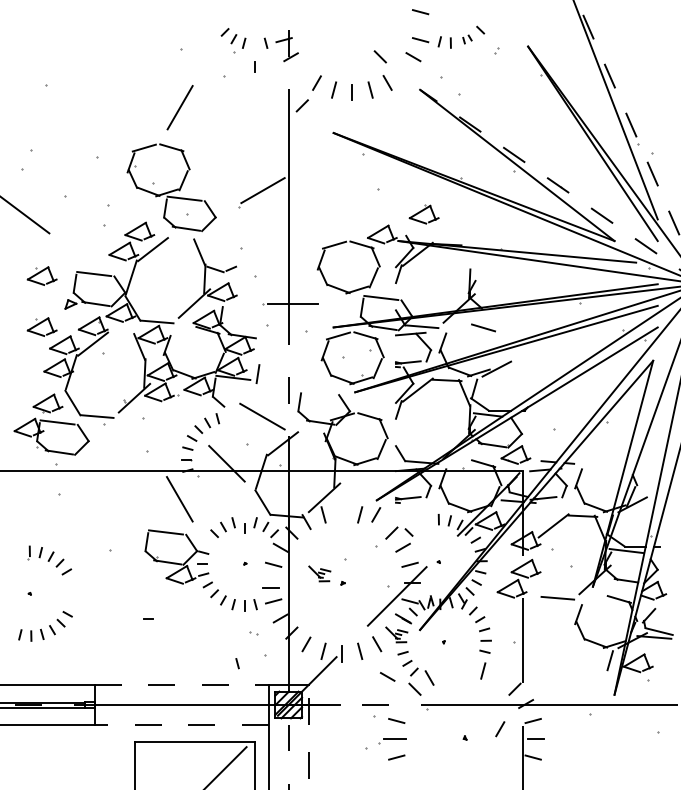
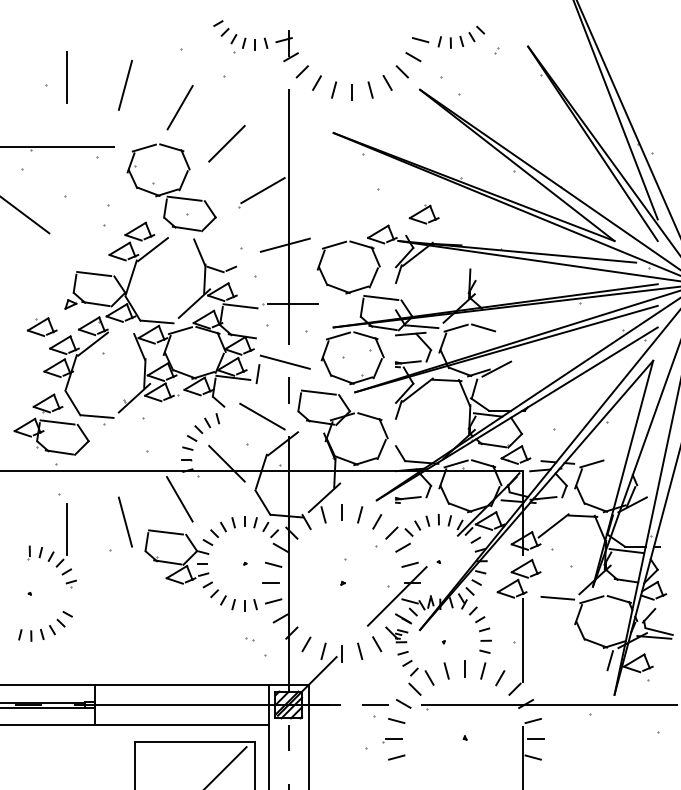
line at (420, 12): present -> none
line at (218, 23): none -> present
part at (467, 39) size: 11x11 px -> 17x15 px
line at (379, 56) position: (379, 56) -> (401, 71)
line at (254, 66) position: (254, 66) -> (254, 44)
line at (66, 77): none -> present
line at (125, 84): none -> present
line at (301, 105) position: (301, 105) -> (301, 71)
line at (628, 119): dashed -> solid
line at (226, 143): none -> present
line at (58, 146): none -> present
line at (549, 179): dashed -> solid
line at (284, 244): none -> present
part at (41, 275): present -> none
line at (240, 306): none -> present
line at (455, 327): none -> present
line at (180, 330): none -> present
line at (284, 361): none -> present
line at (318, 392): none -> present
line at (455, 463): none -> present
line at (591, 463): none -> present
line at (341, 512): none -> present
line at (376, 514) position: (376, 514) -> (377, 521)
line at (125, 521): none -> present
part at (422, 522): none -> present
line at (244, 528) position: (244, 528) -> (244, 521)
line at (66, 529): none -> present
line at (207, 542): none -> present
part at (319, 573): present -> none
part at (70, 583): none -> present
line at (270, 587) position: (270, 587) -> (270, 582)
line at (591, 599): none -> present
line at (148, 618): present -> none
part at (253, 633) position: (253, 633) -> (249, 639)
line at (237, 663): present -> none
line at (464, 668): none -> present
line at (446, 670): none -> present
line at (387, 676) position: (387, 676) -> (403, 703)
line at (181, 684): dashed -> solid
line at (181, 725): dashed -> solid
line at (500, 729) position: (500, 729) -> (500, 678)
line at (308, 736): dashed -> solid
part at (392, 741) size: 29x7 px -> 21x6 px
